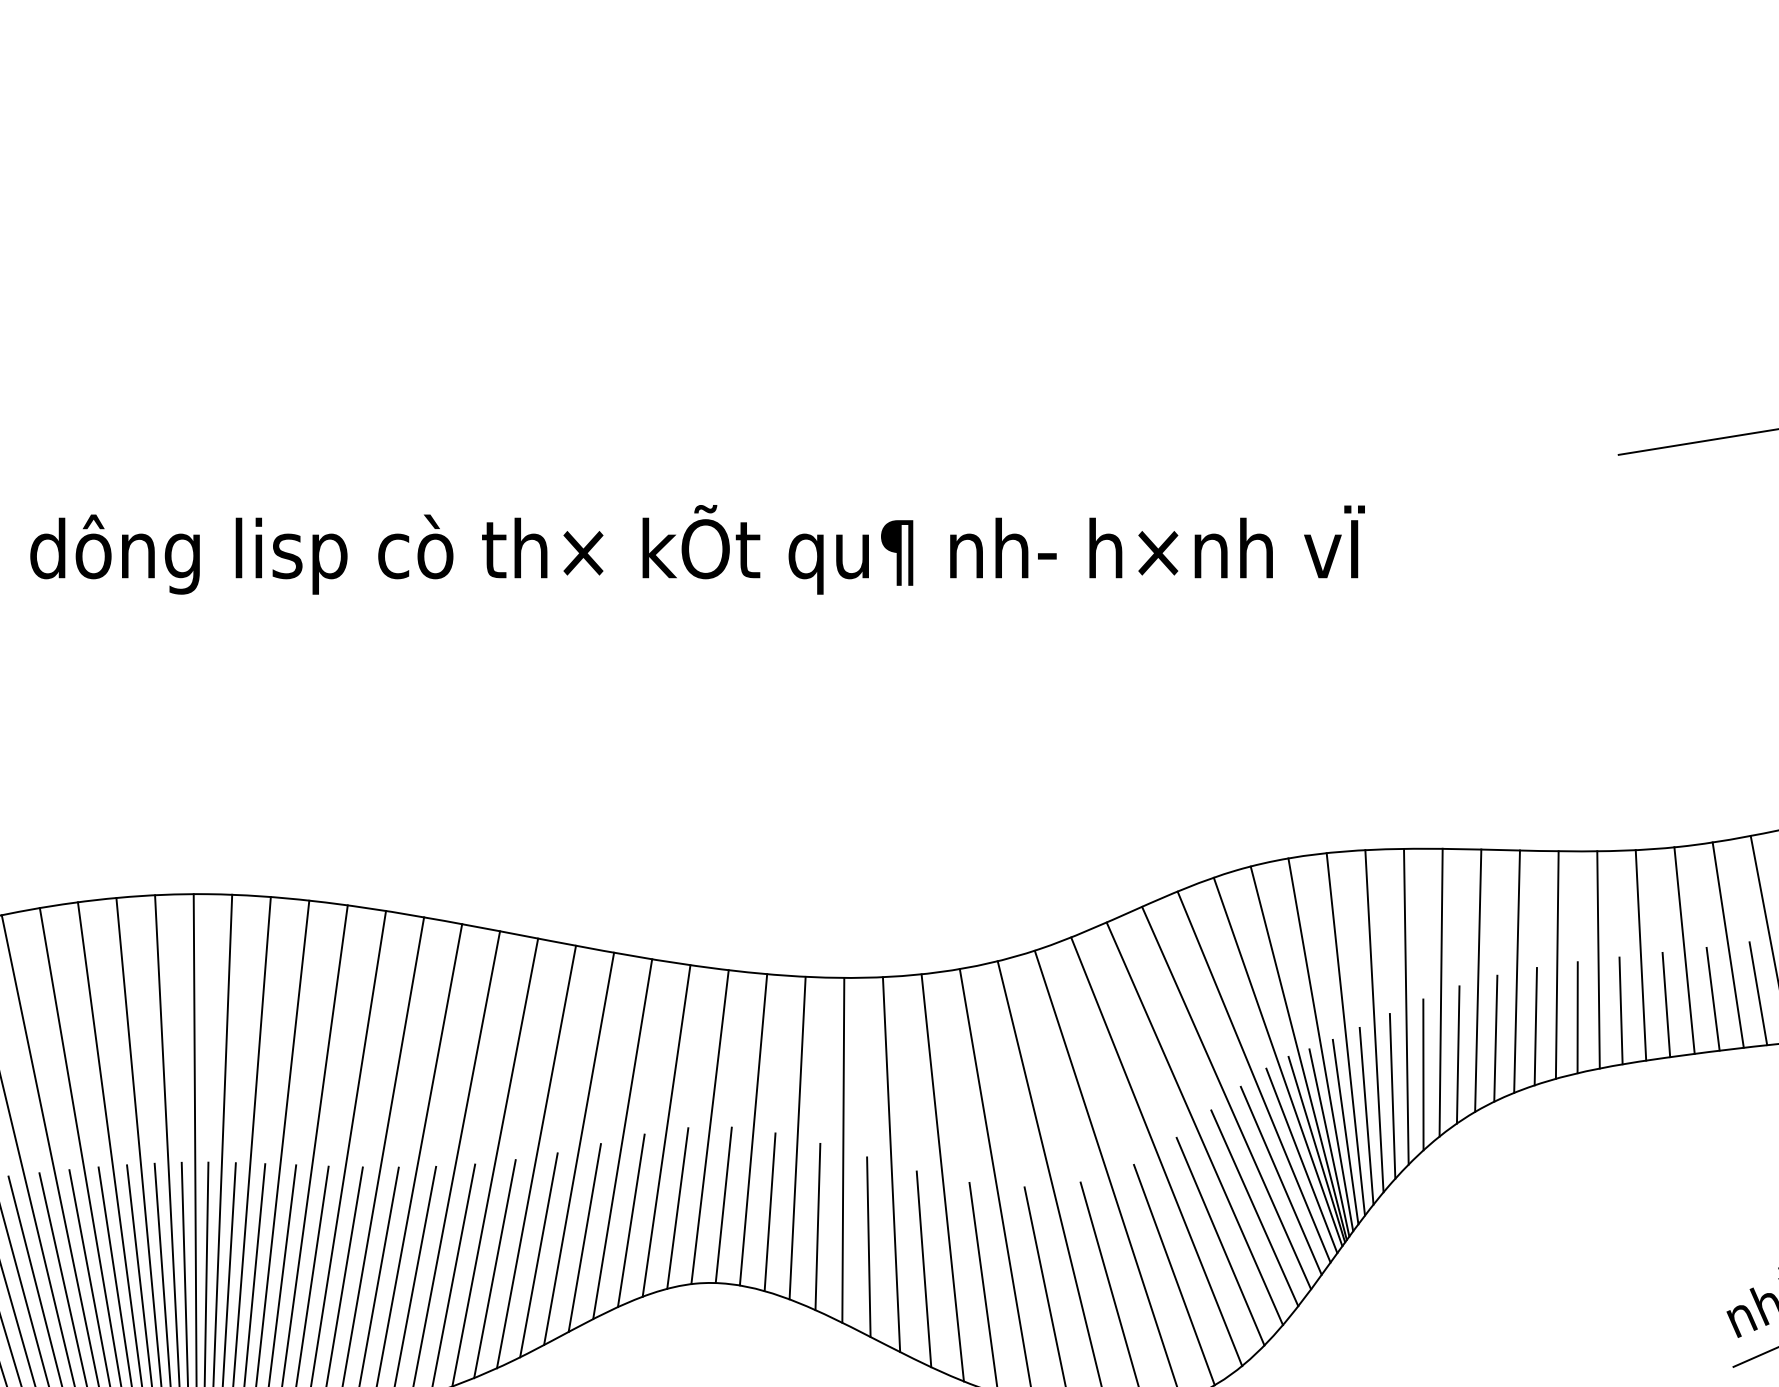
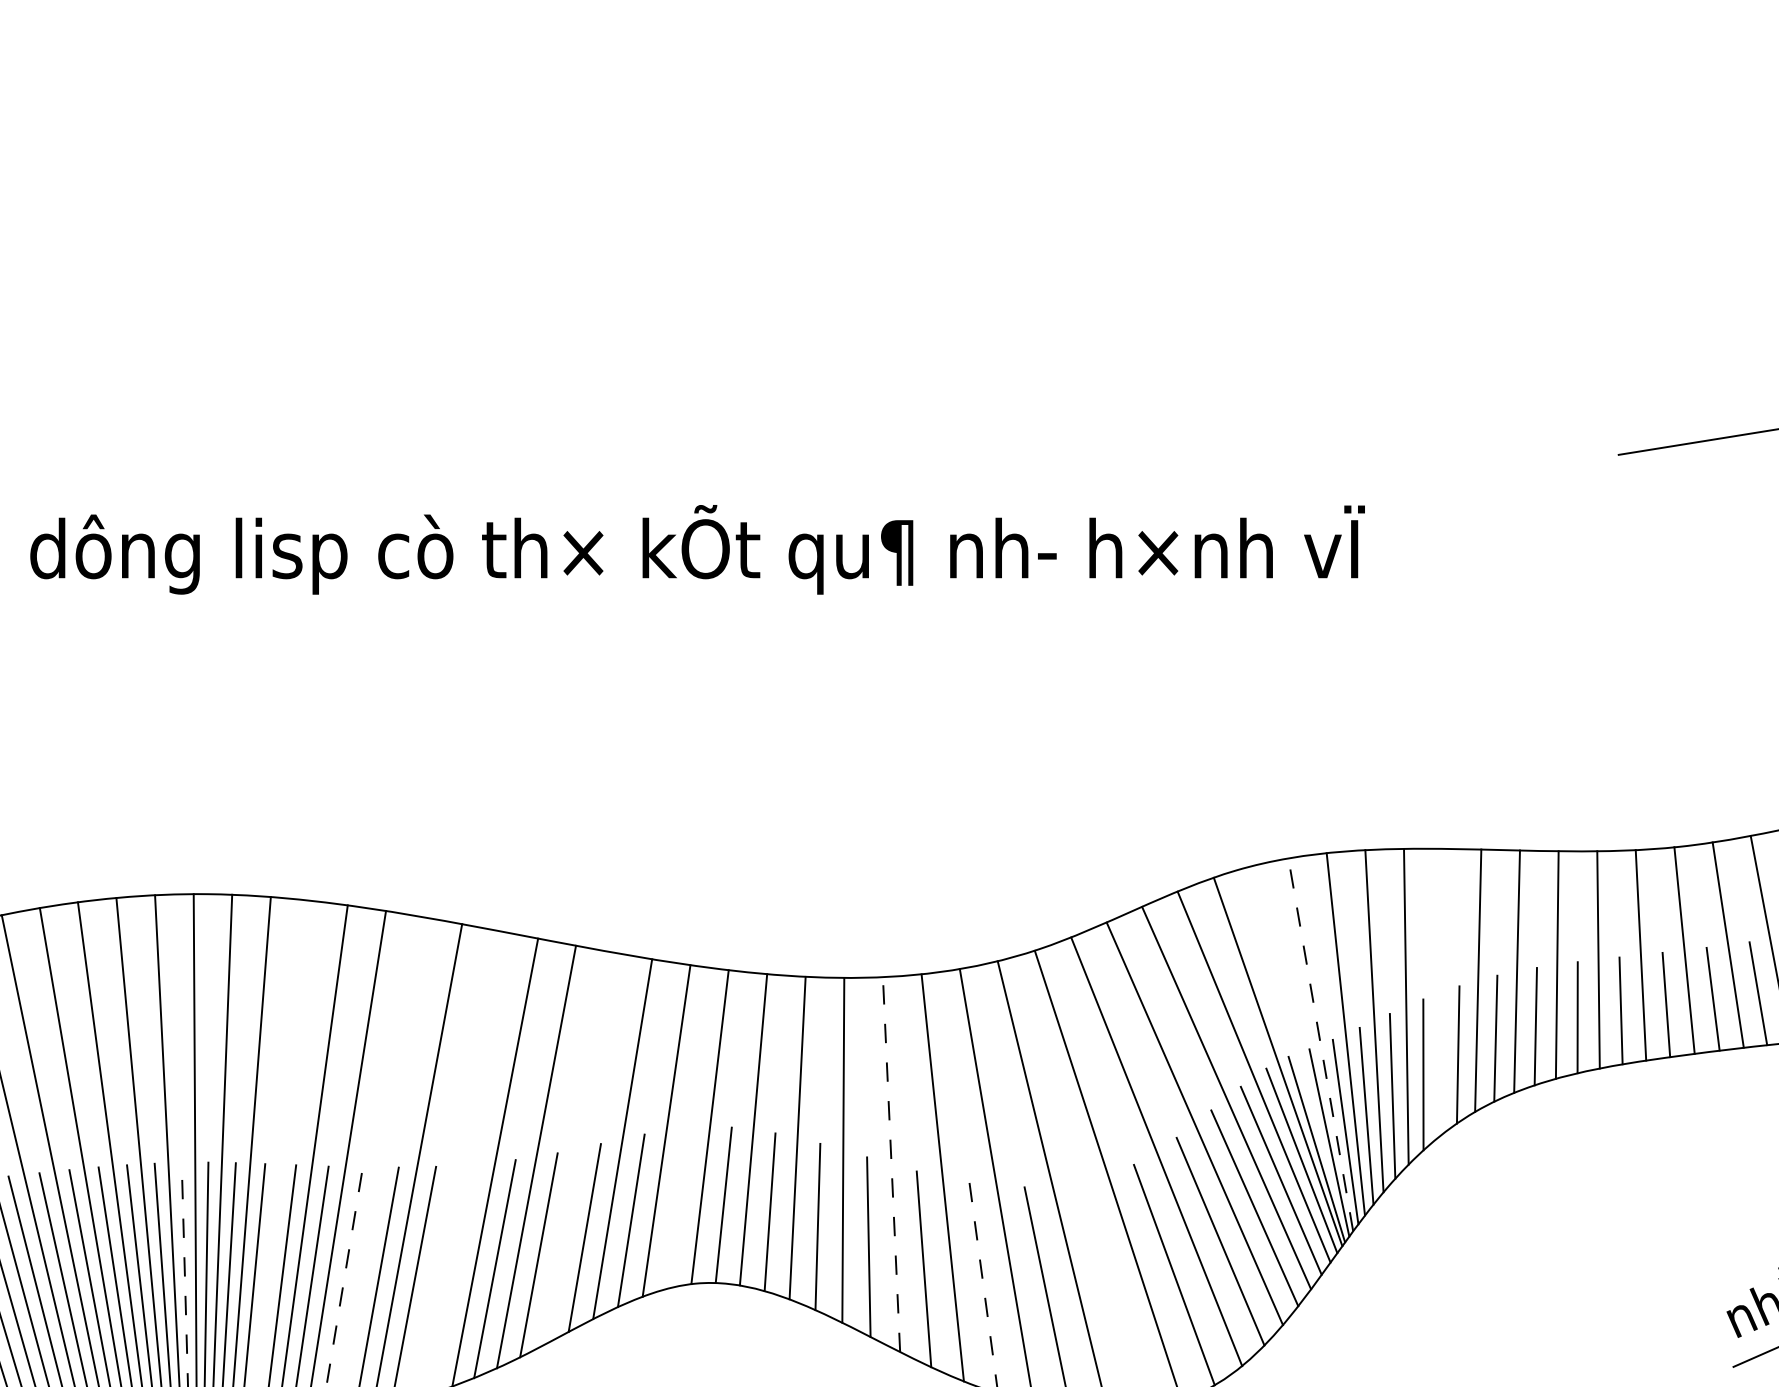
line at (1440, 992): present -> none
line at (1320, 1044): solid -> dashed
line at (1298, 1052): present -> none
line at (282, 1141): present -> none
line at (579, 1148): present -> none
line at (383, 1150): present -> none
line at (456, 1157): present -> none
line at (891, 1164): solid -> dashed
line at (677, 1208): present -> none
line at (454, 1273): present -> none
line at (184, 1274): solid -> dashed
line at (344, 1276): solid -> dashed
line at (1108, 1282): present -> none
line at (983, 1284): solid -> dashed
